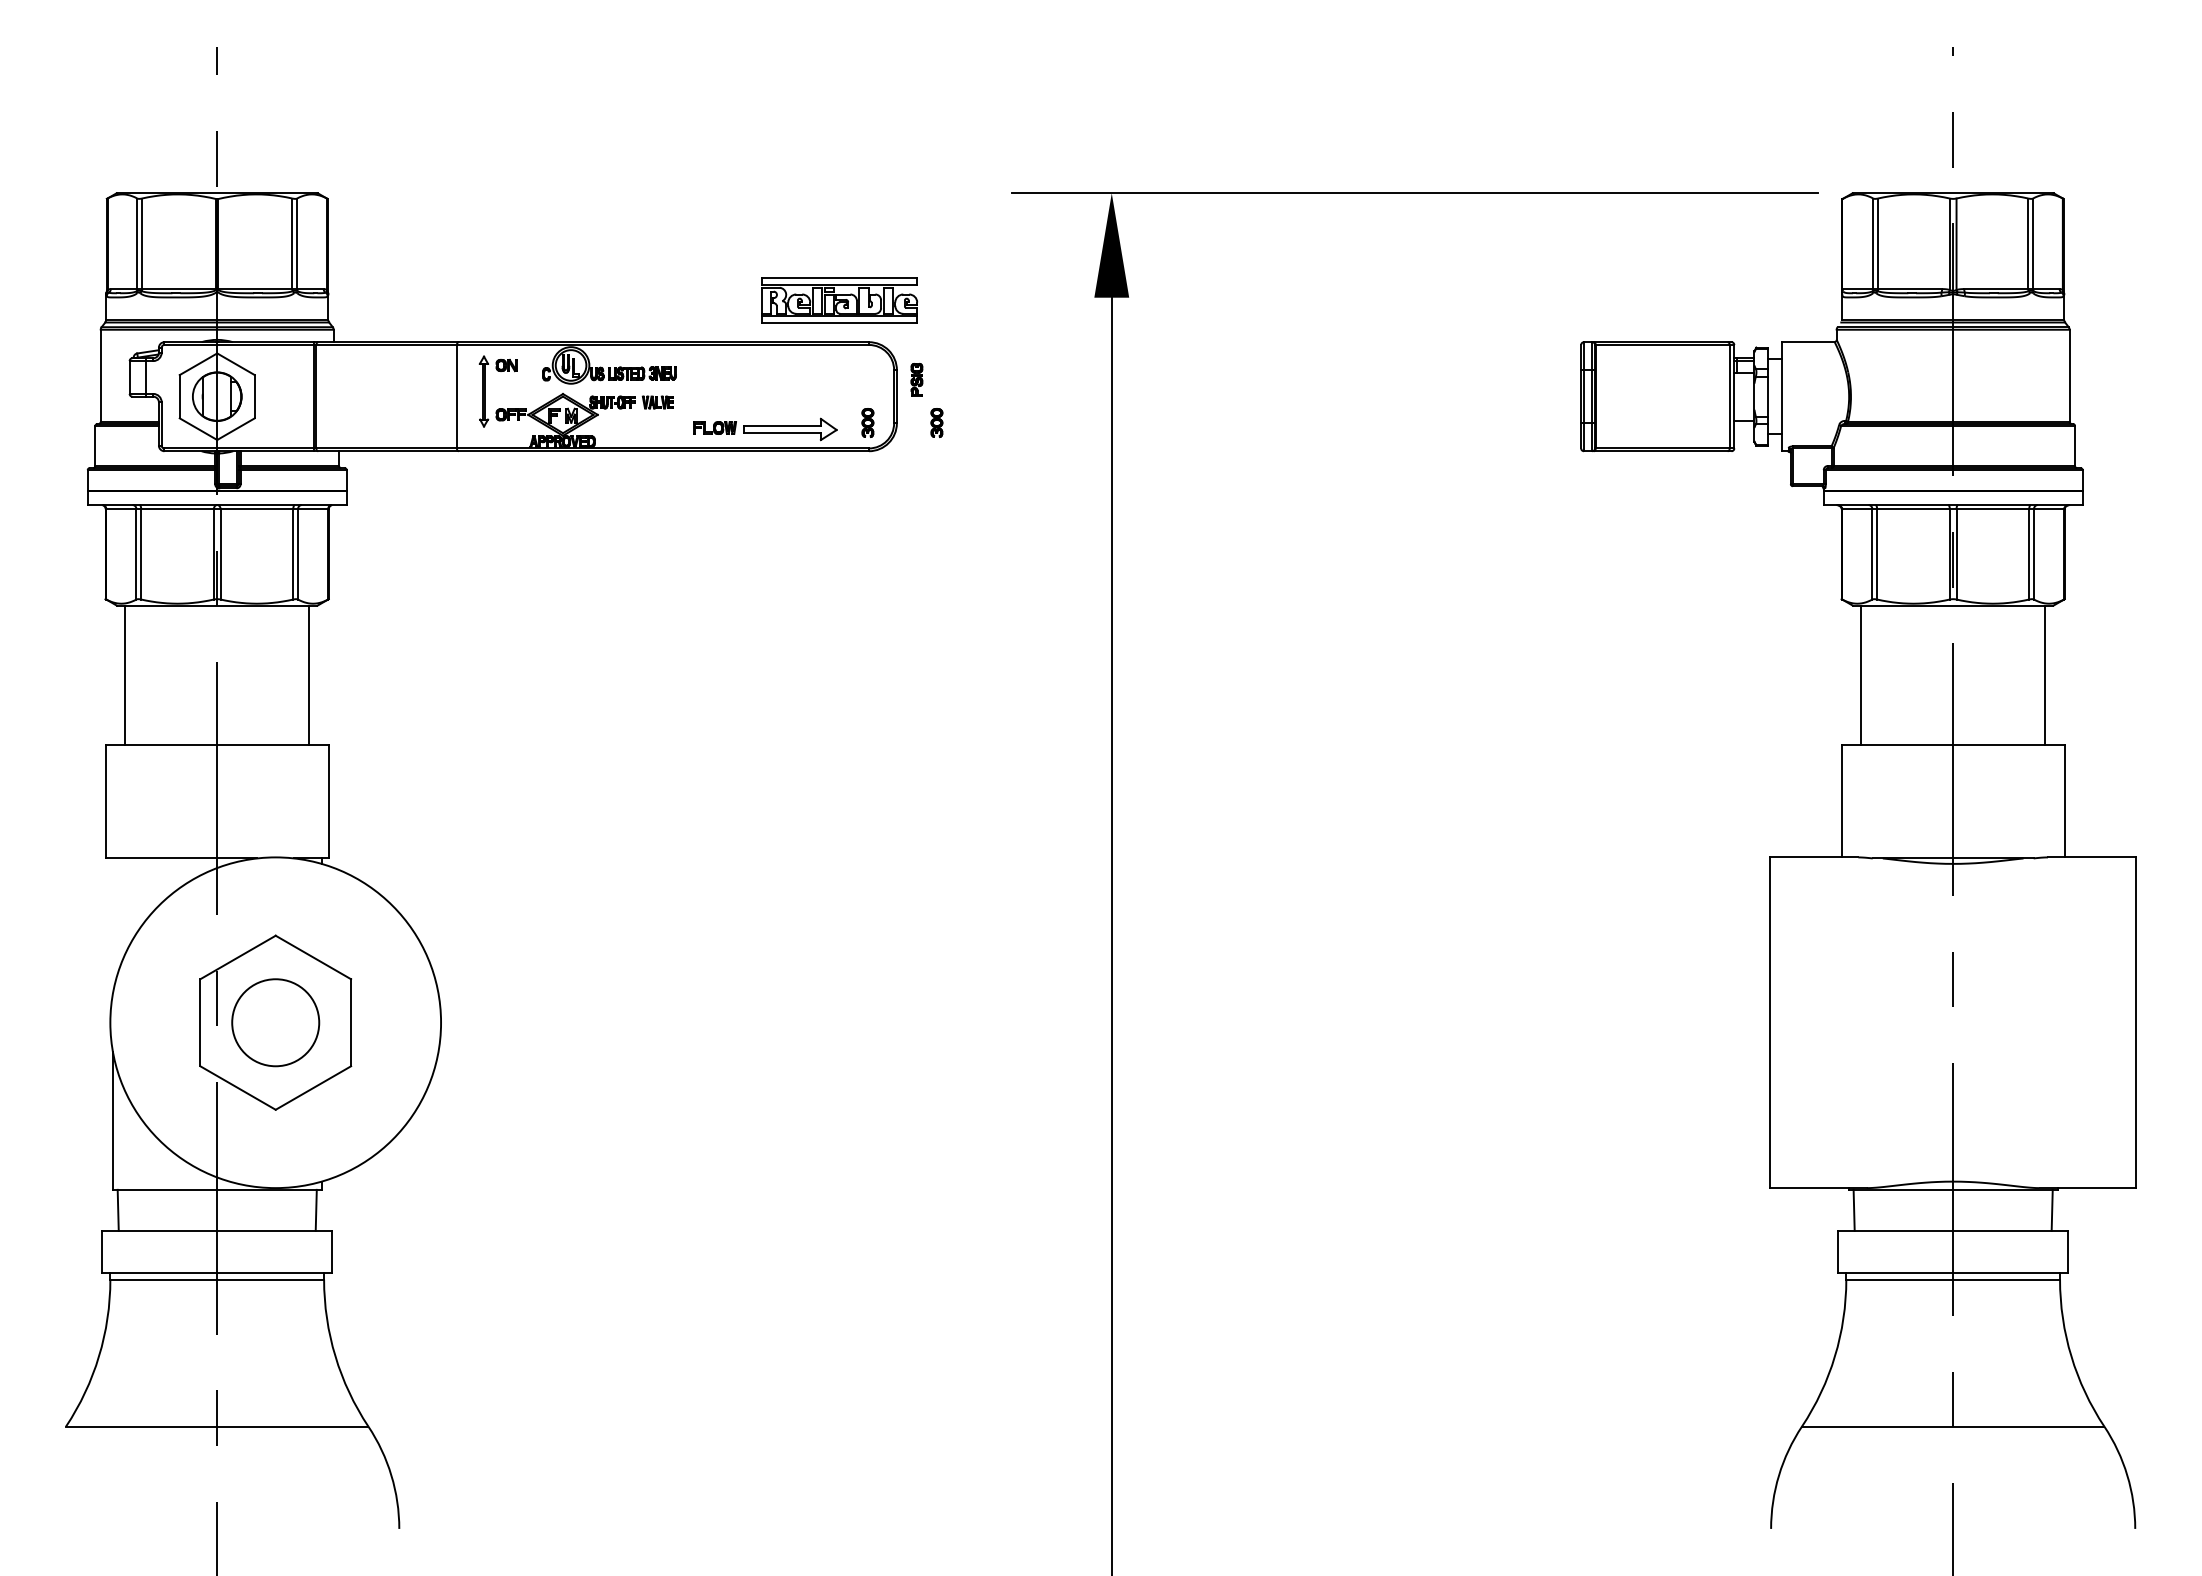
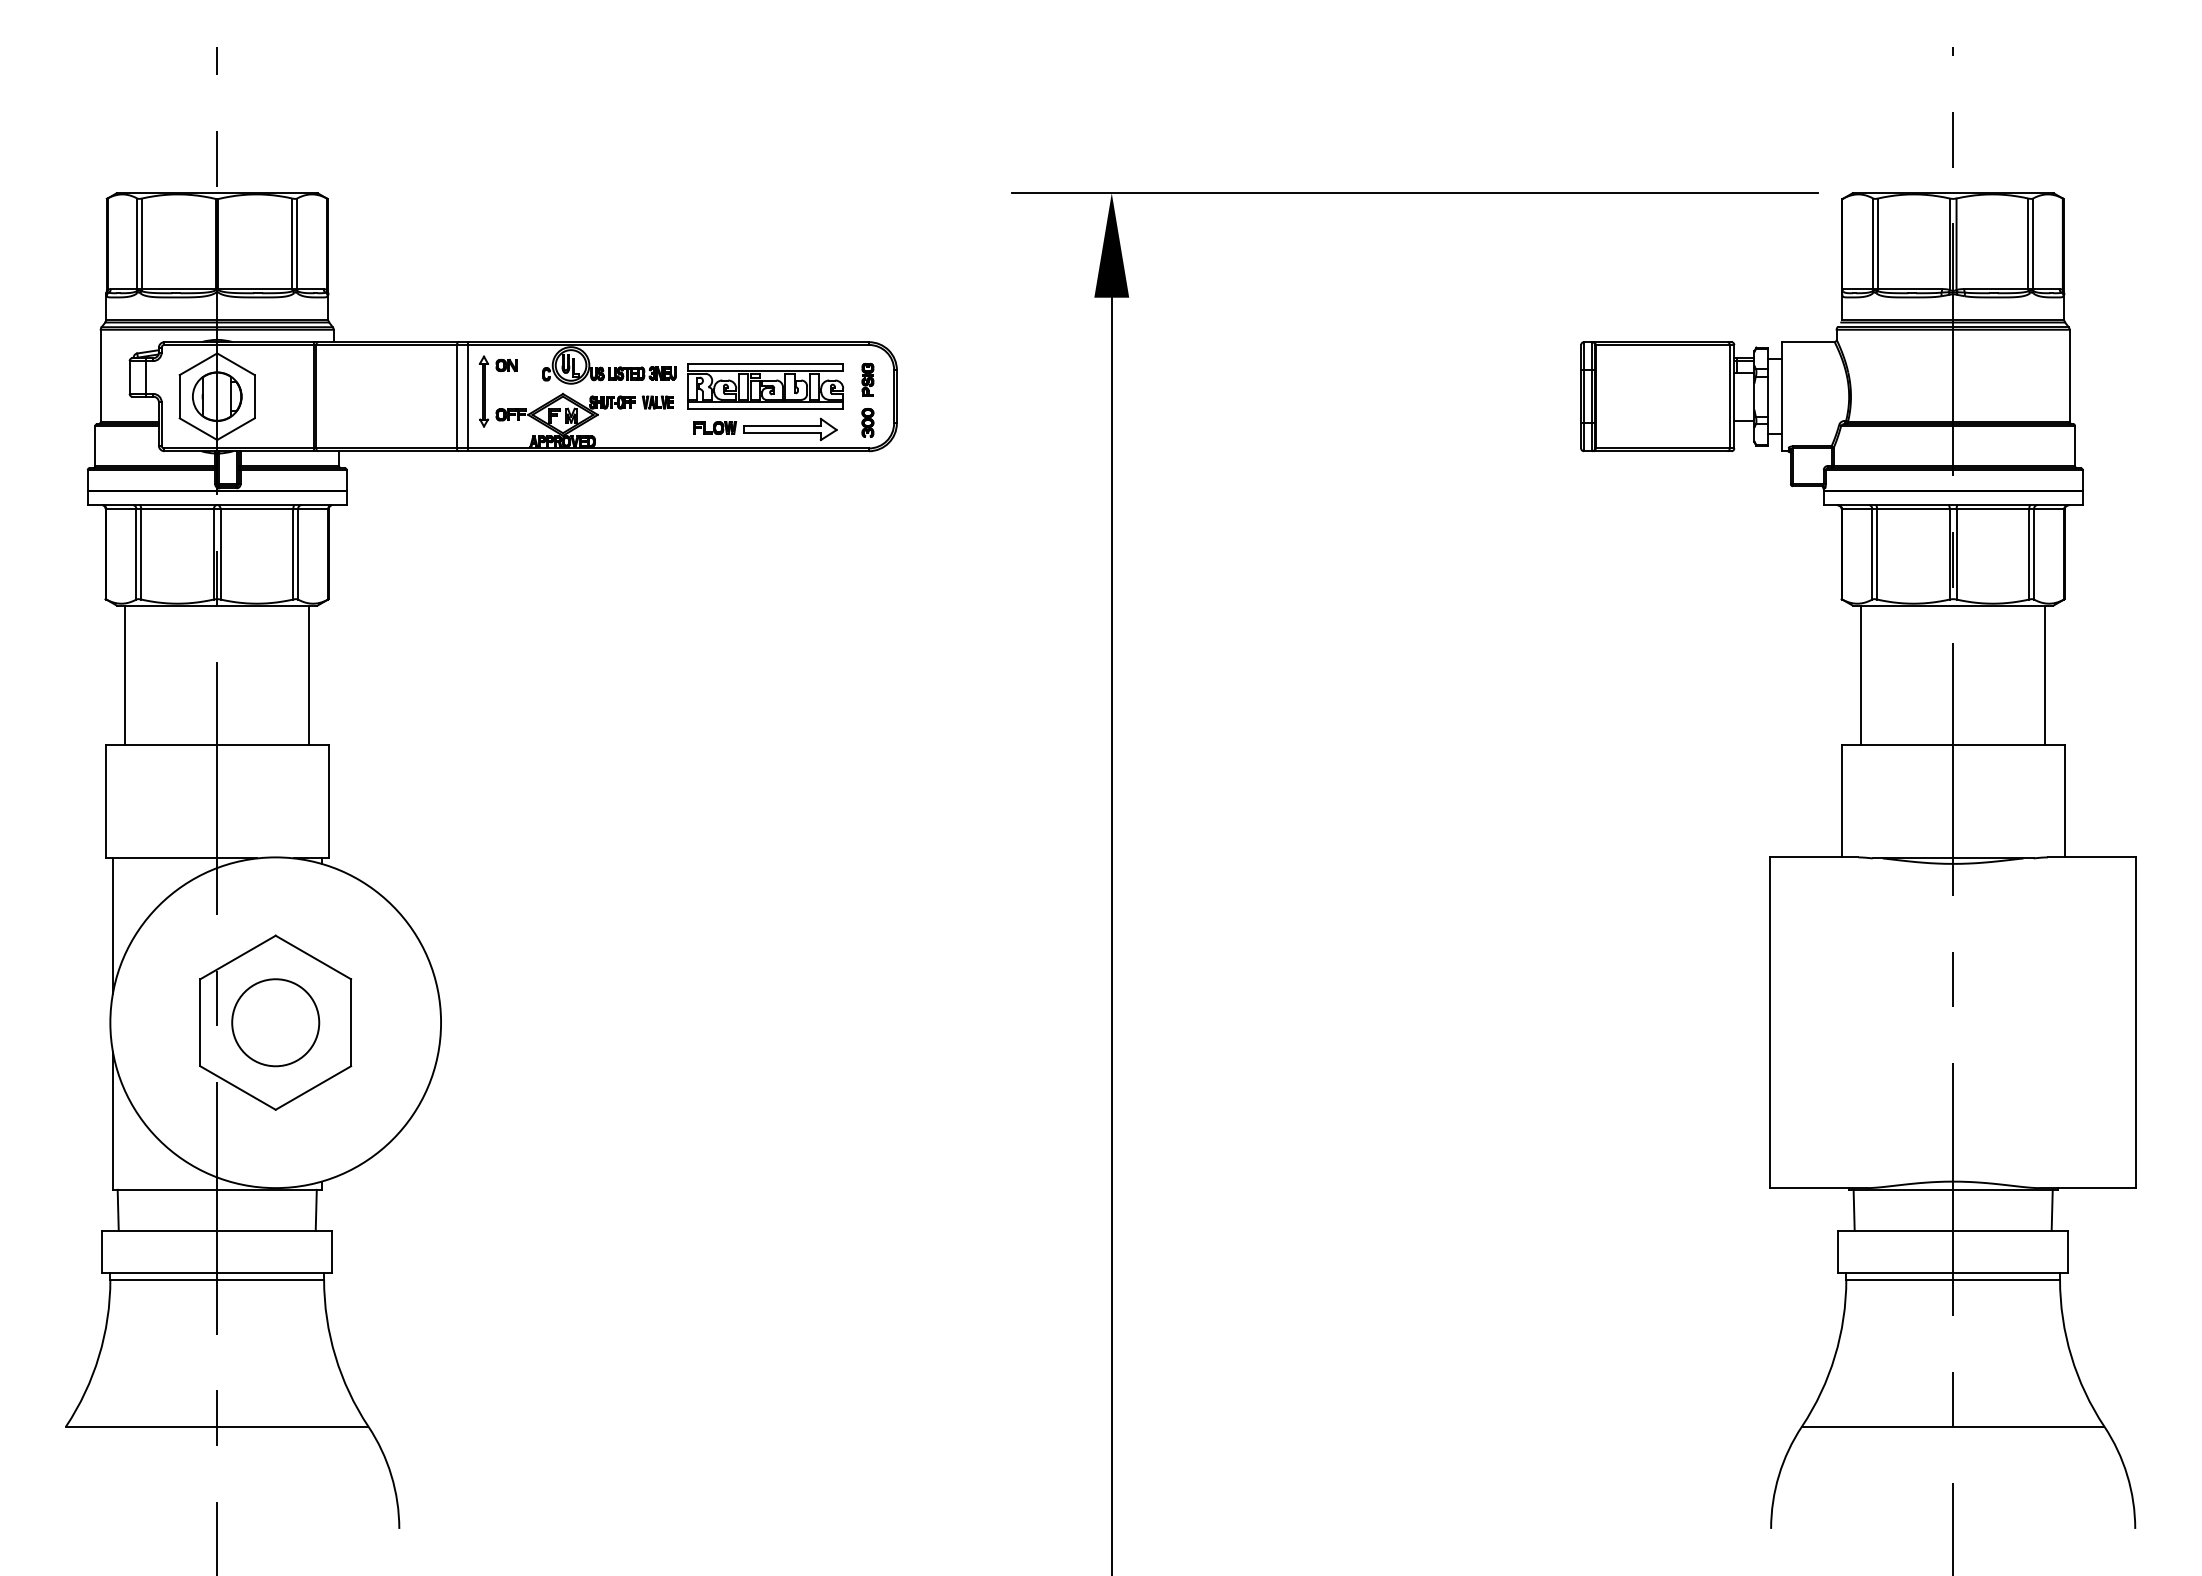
part at (839, 300) position: (839, 300) -> (765, 386)
part at (916, 379) position: (916, 379) -> (867, 379)
line at (468, 396): none -> present
part at (936, 422): present -> none
line at (112, 925): none -> present
